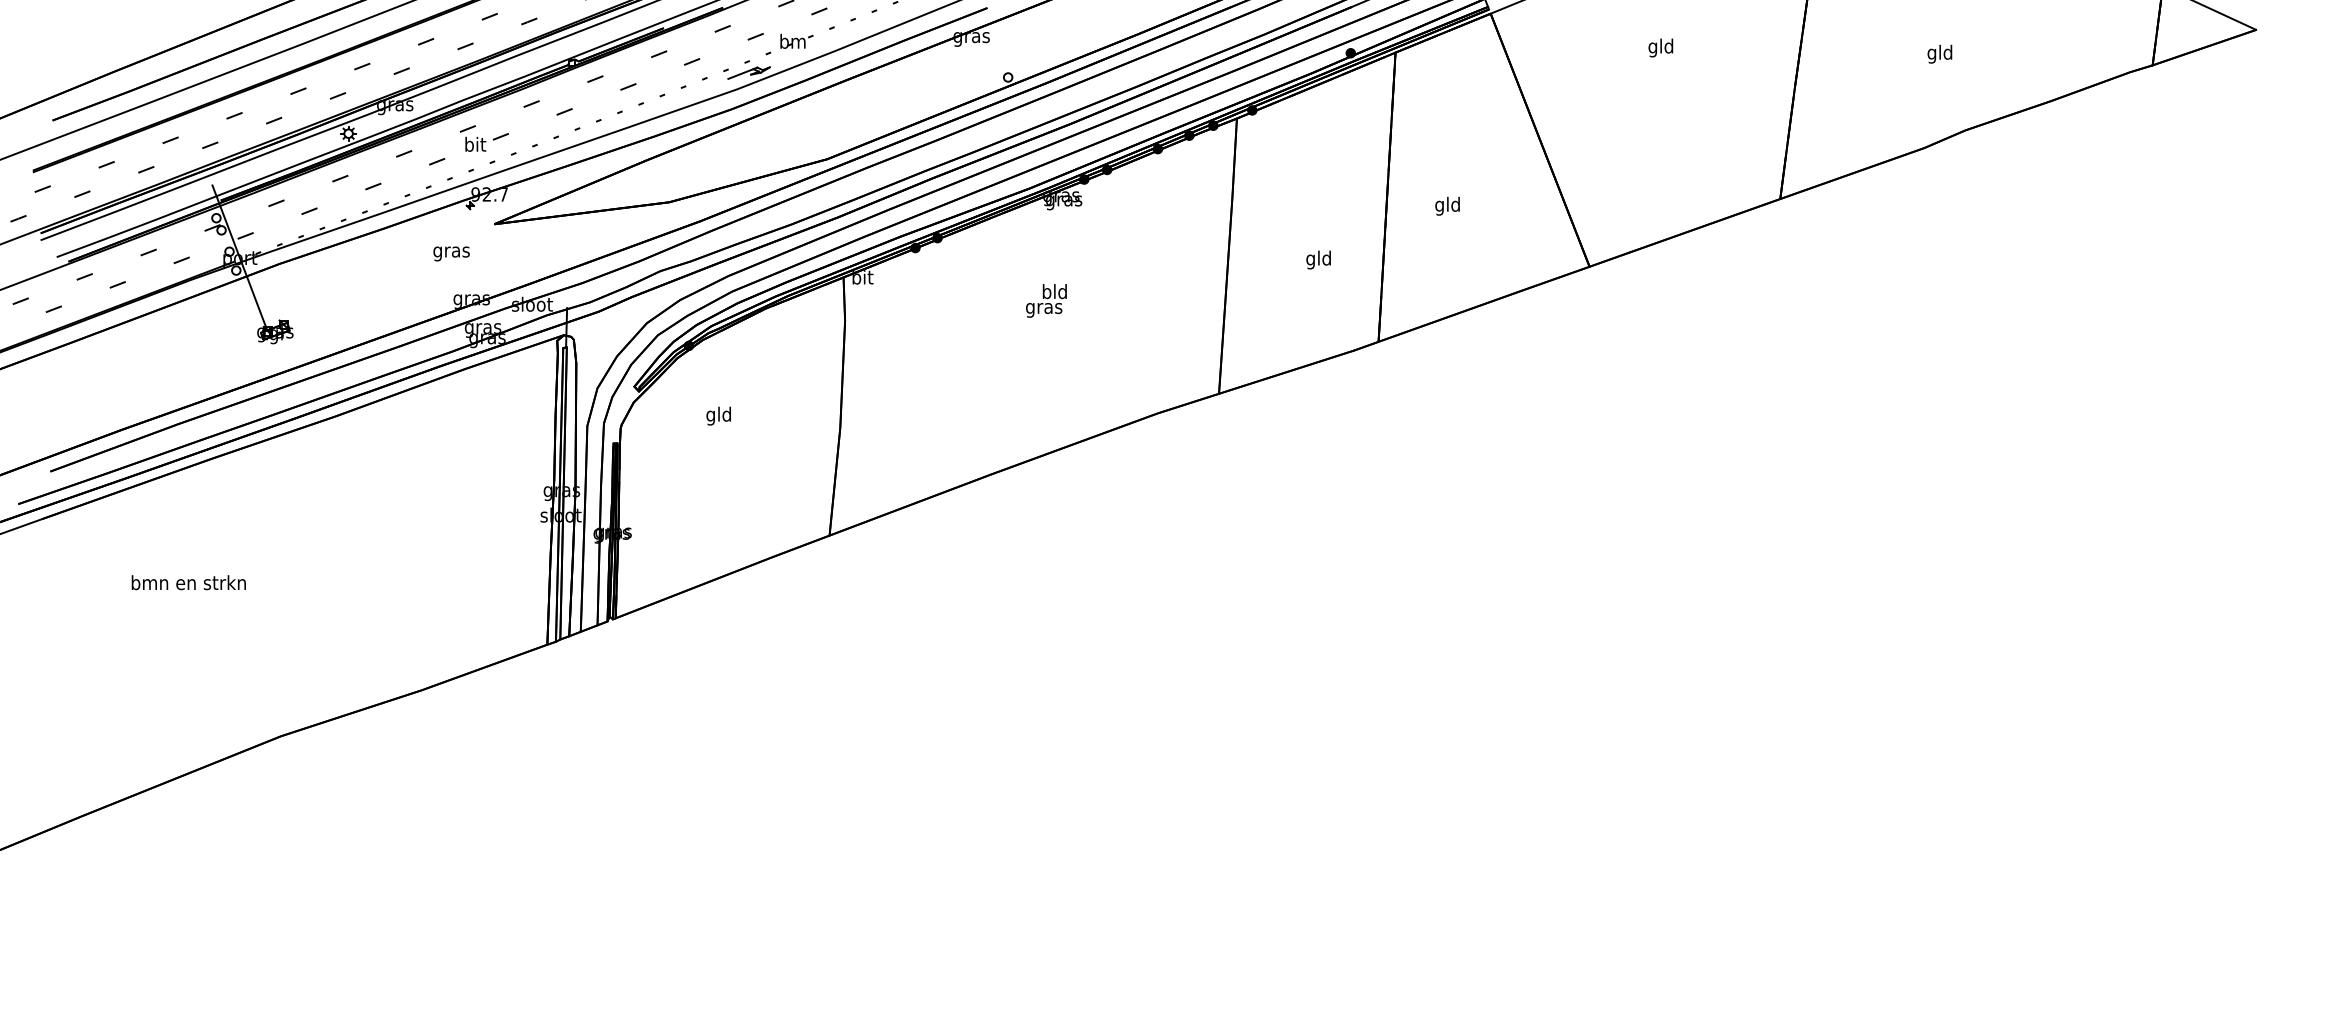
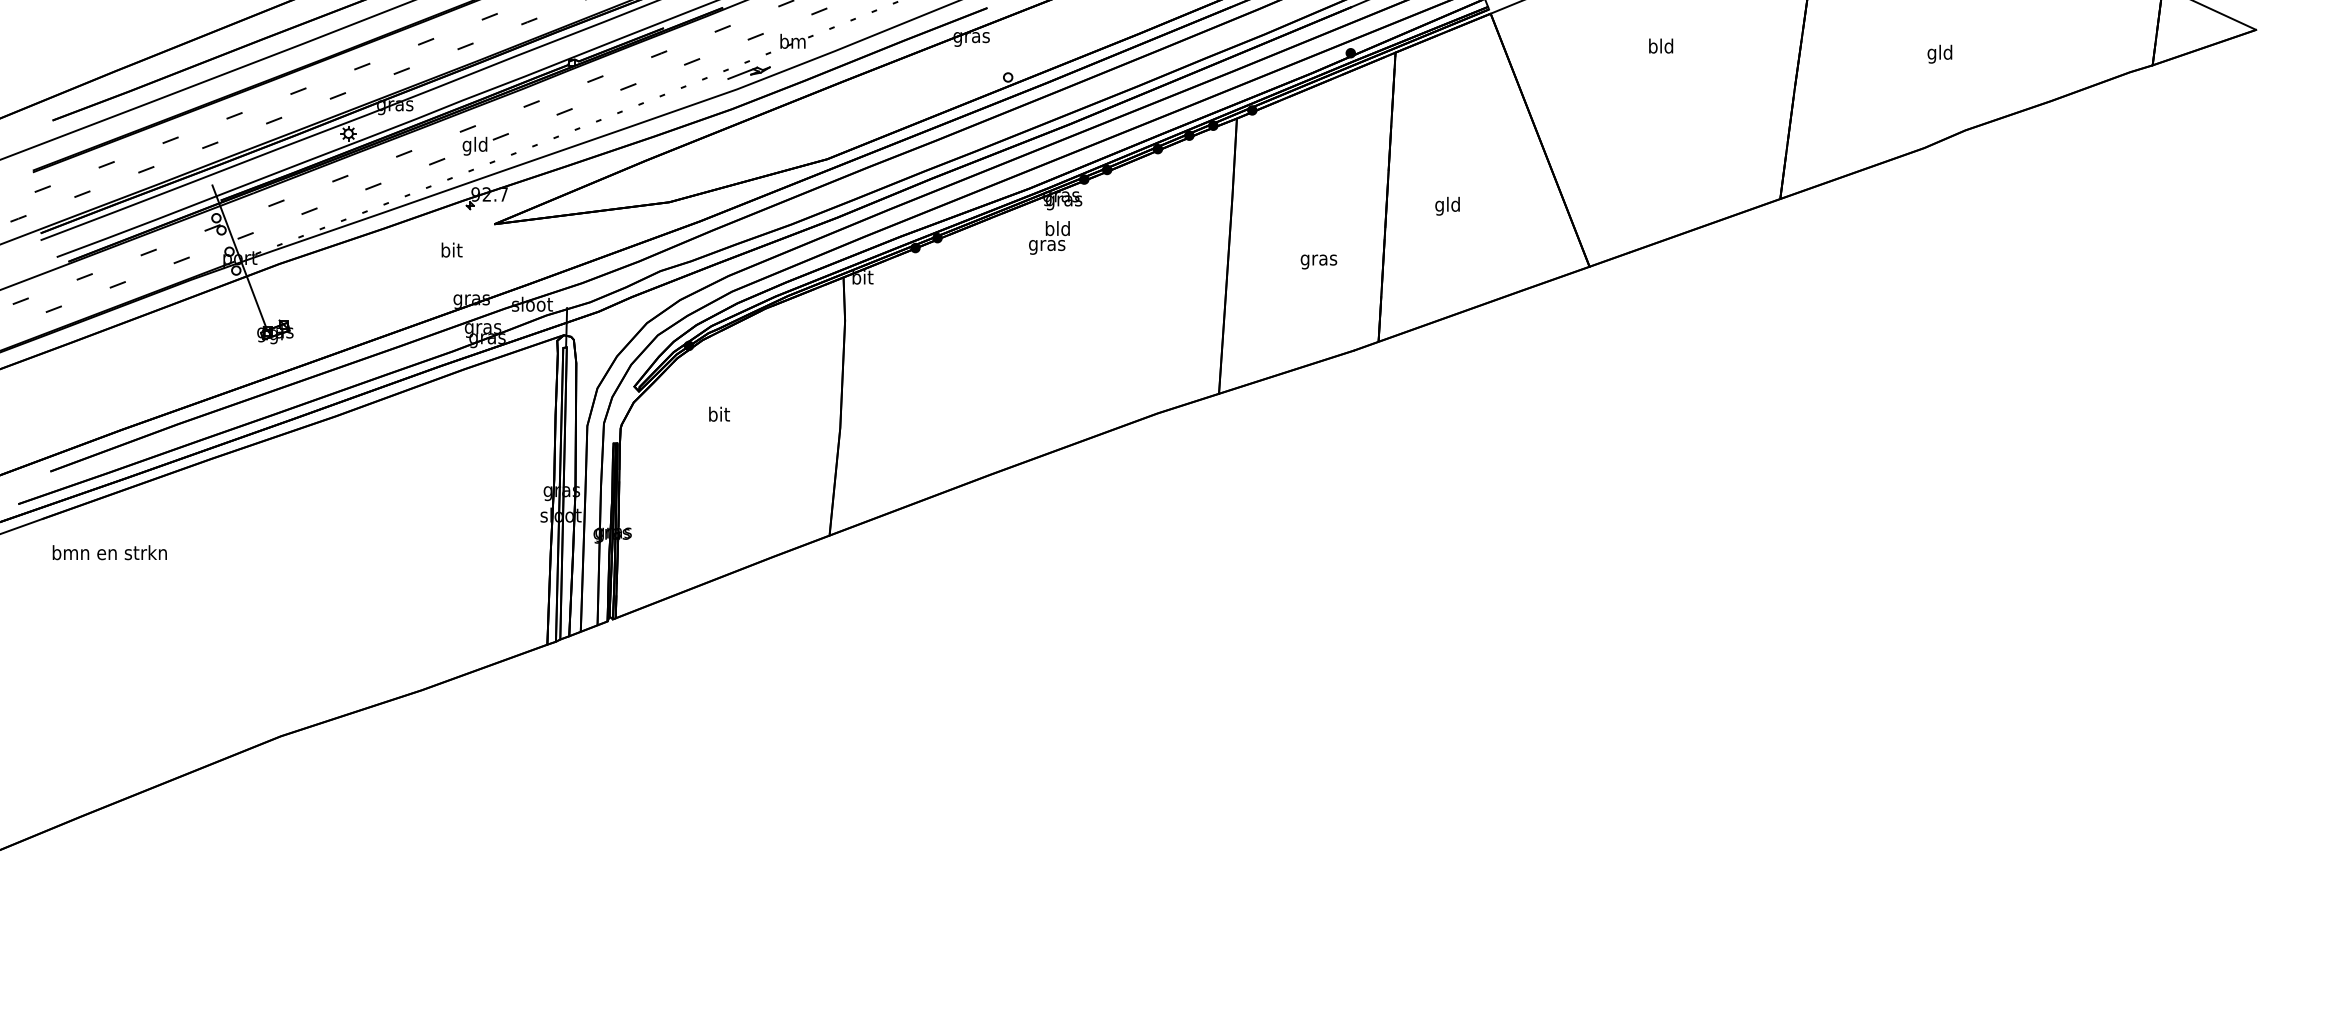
text at (1652, 47): gld -> bld
text at (474, 145): bit -> gld
text at (451, 251): gras -> bit
text at (1318, 259): gld -> gras
text at (1046, 300) position: (1046, 300) -> (1049, 237)
text at (718, 415): gld -> bit
text at (188, 582) position: (188, 582) -> (109, 552)
